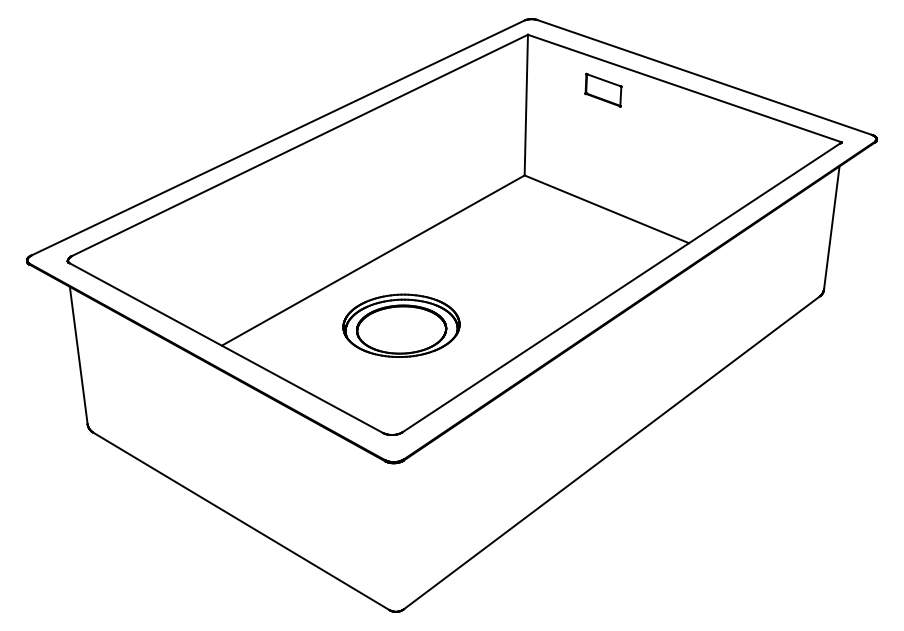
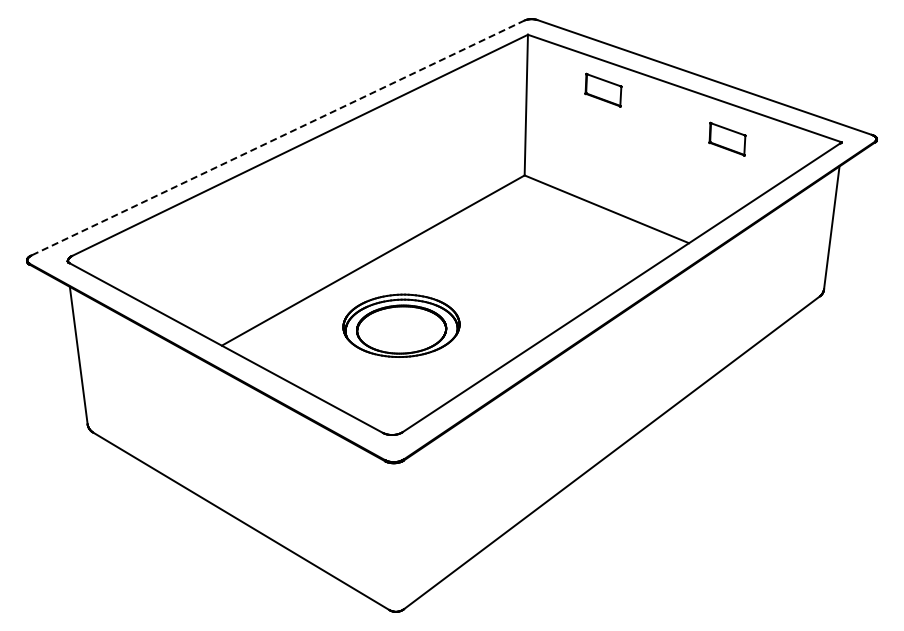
line at (277, 138): solid -> dashed
part at (727, 138): none -> present
